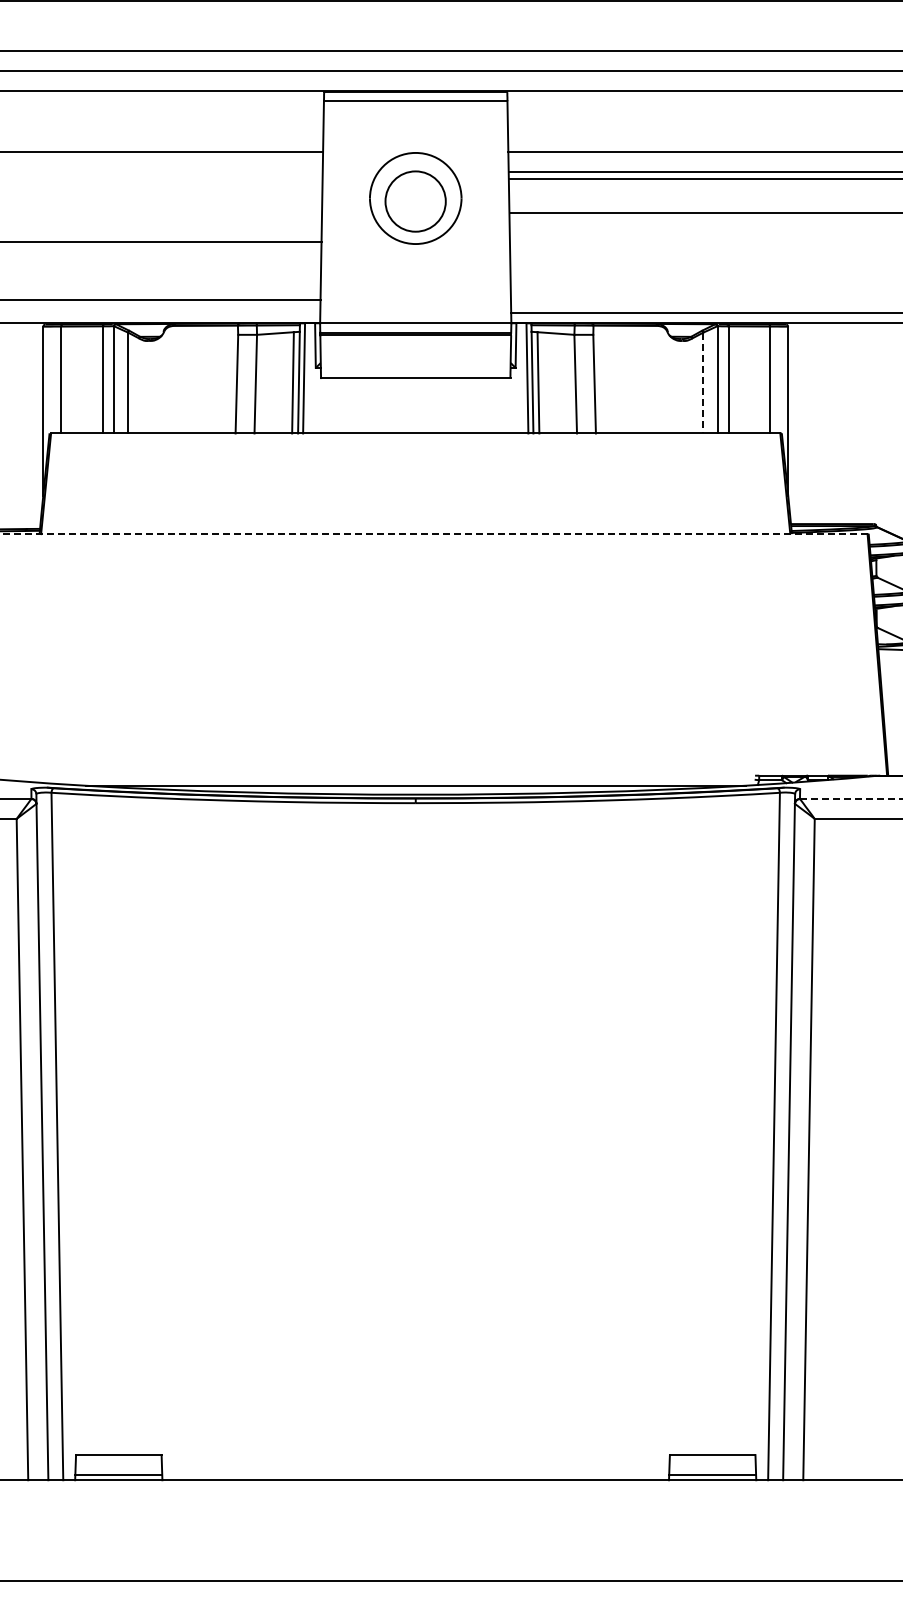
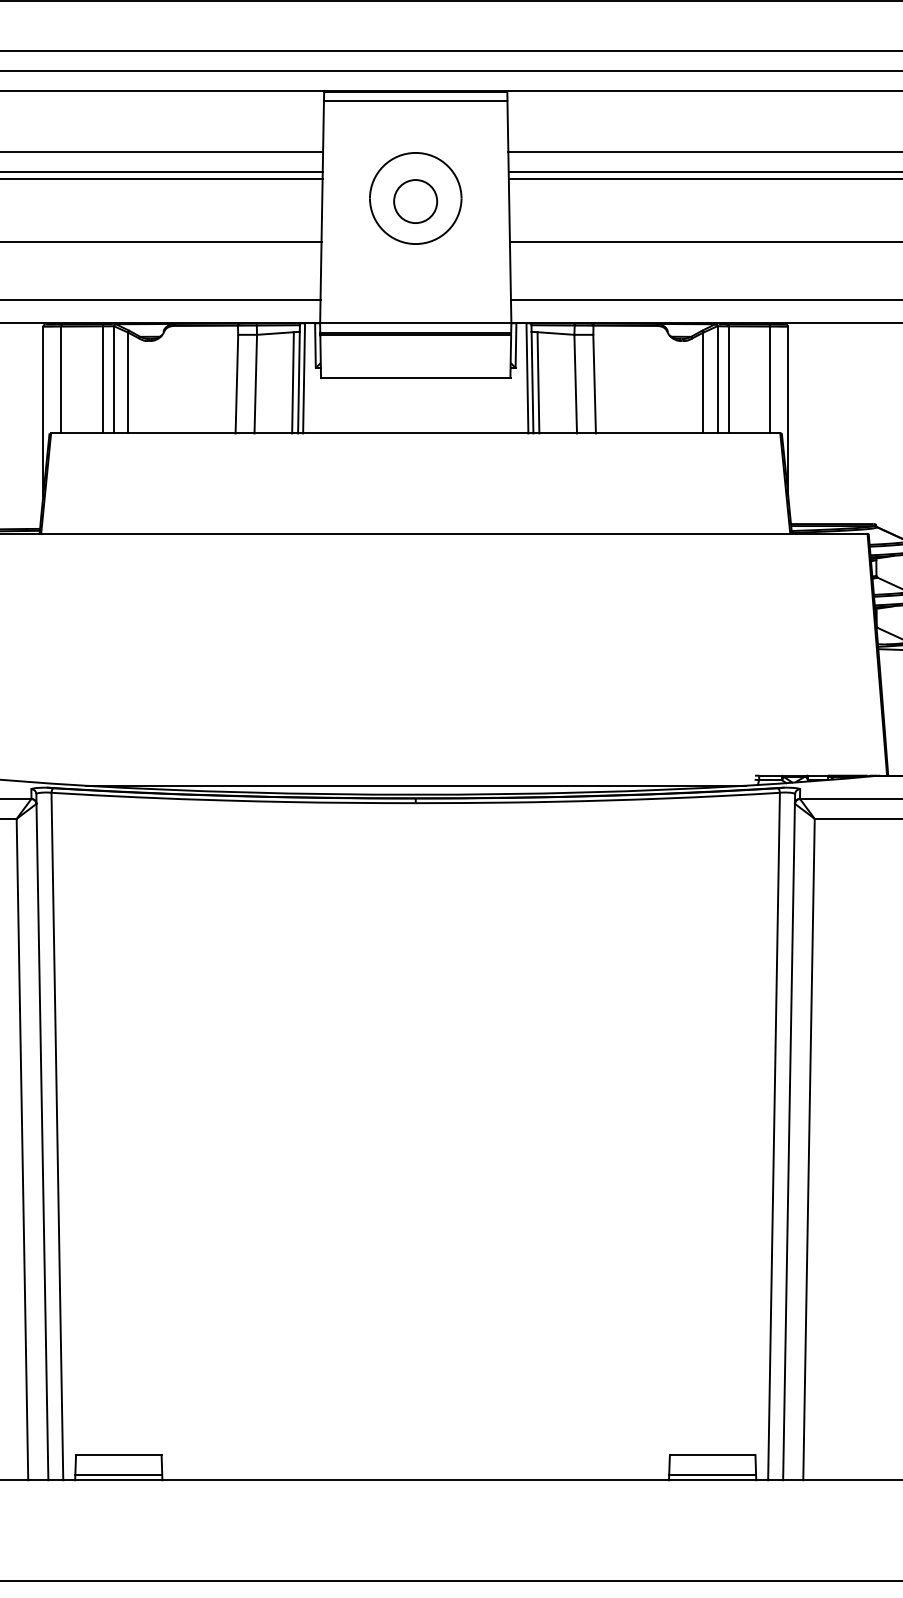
line at (162, 171): none -> present
line at (162, 178): none -> present
circle at (415, 201) diameter: 60 px -> 43 px
line at (704, 213) position: (704, 213) -> (704, 242)
line at (704, 313) position: (704, 313) -> (704, 300)
line at (703, 383): dashed -> solid
line at (433, 534): dashed -> solid
line at (851, 799): dashed -> solid
